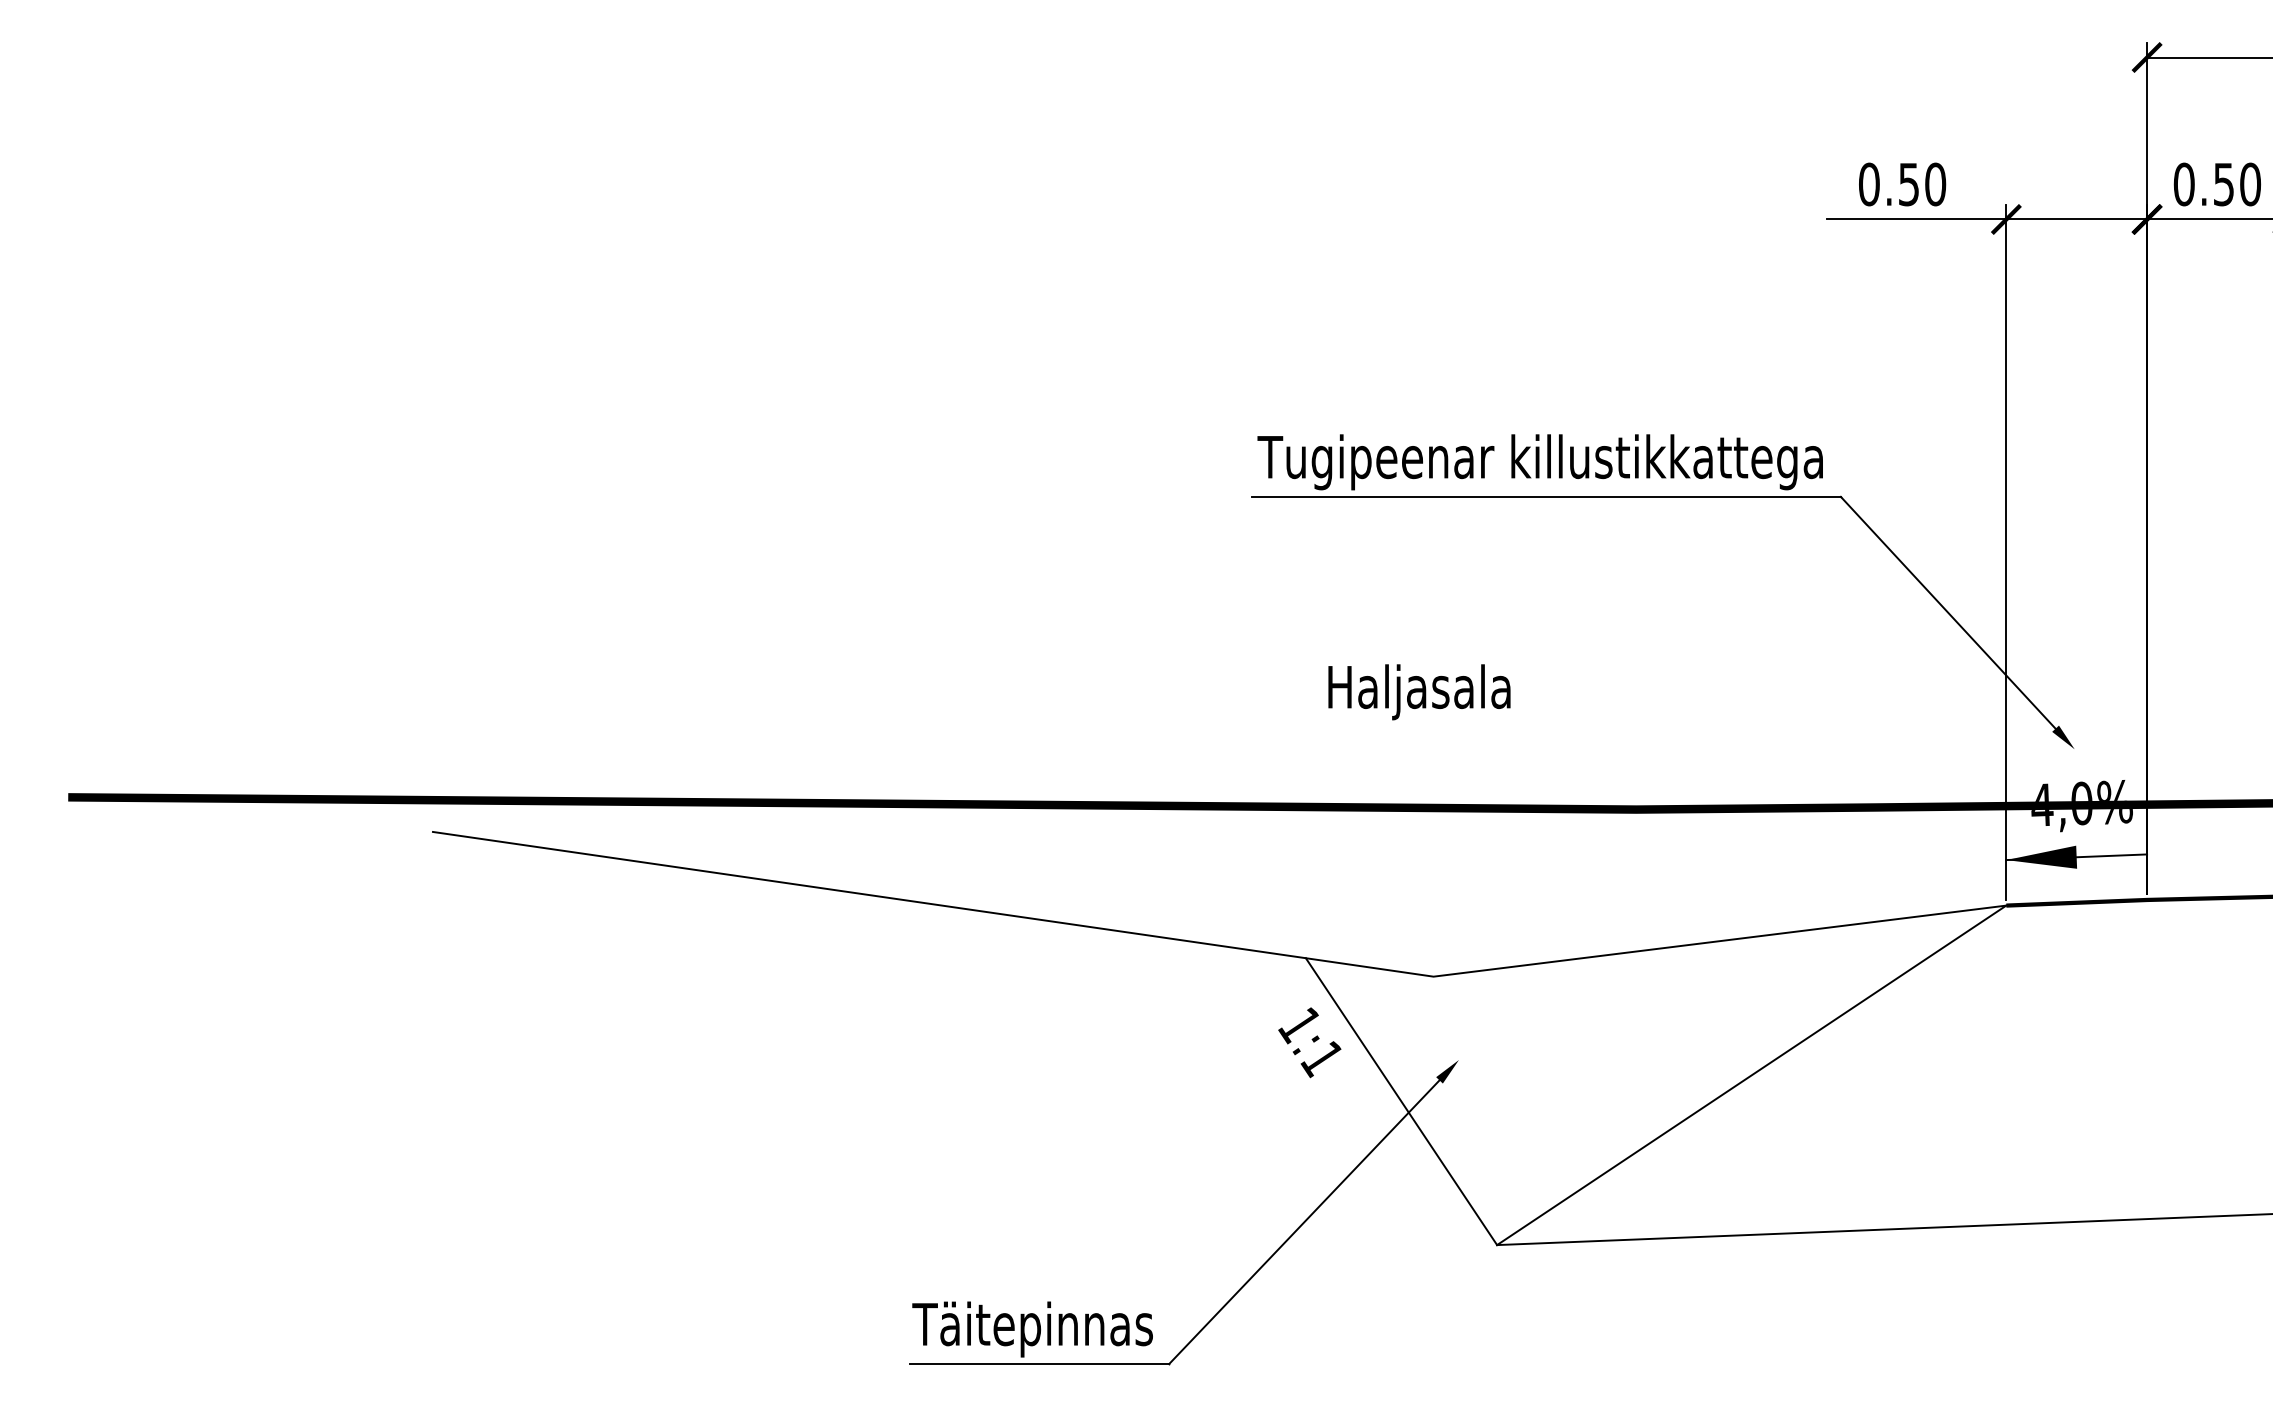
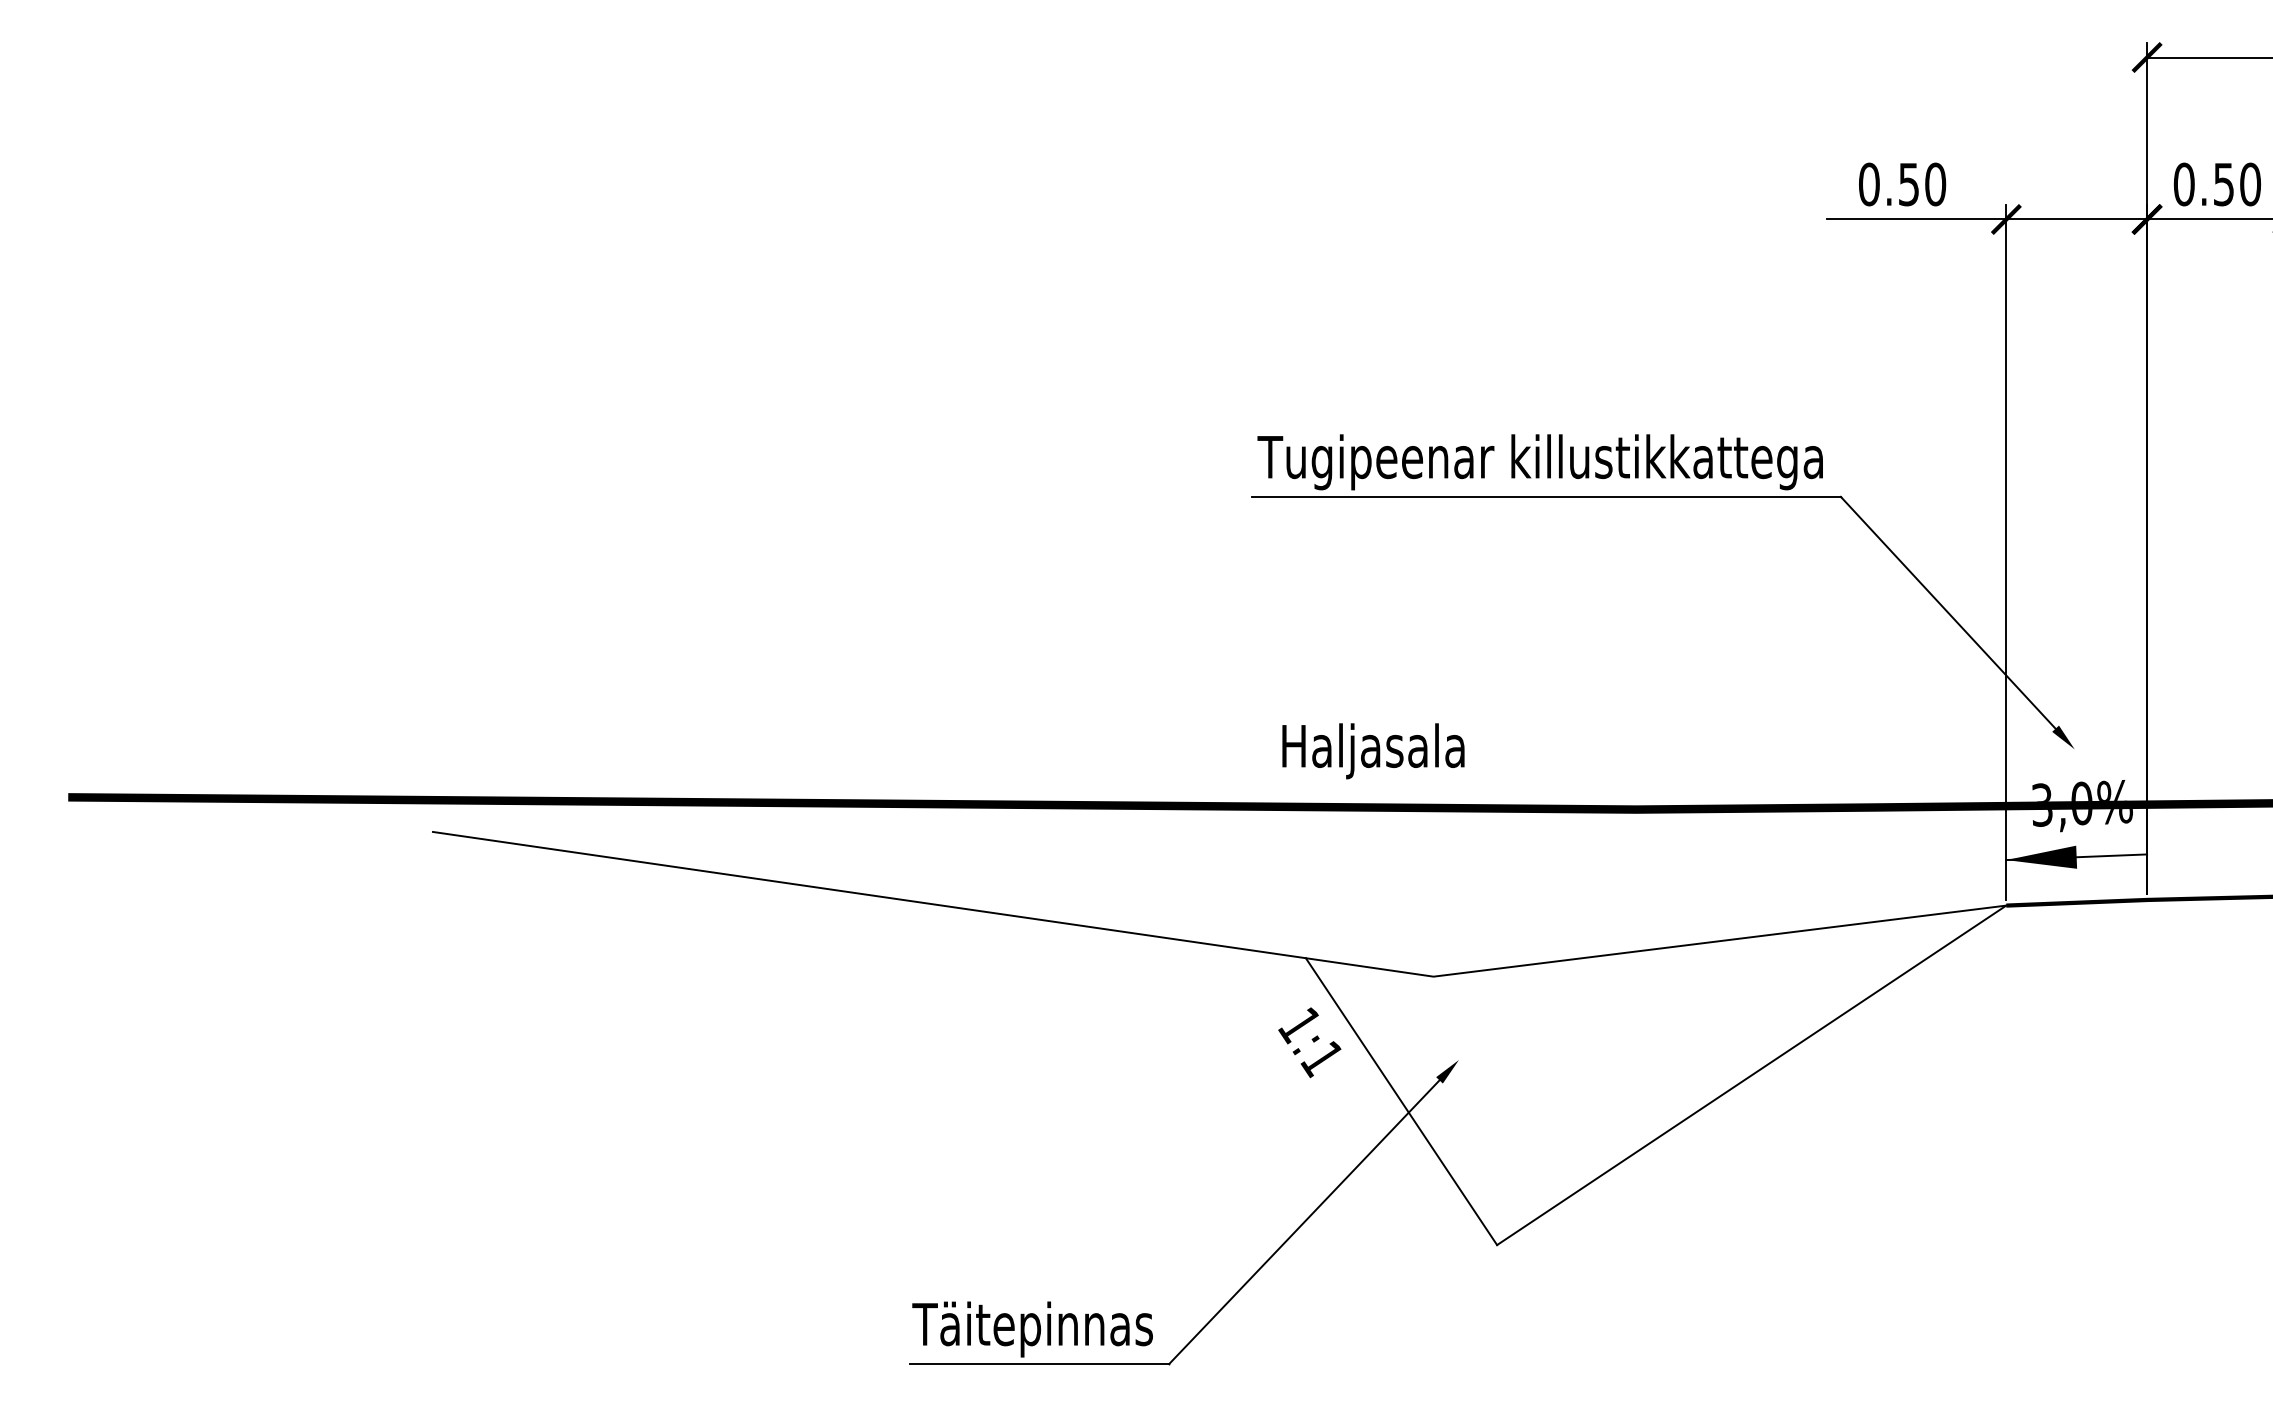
text at (1419, 692) position: (1419, 692) -> (1373, 751)
text at (2042, 804): 4,0%%% -> 3,0%%%
line at (1883, 1229): present -> none
